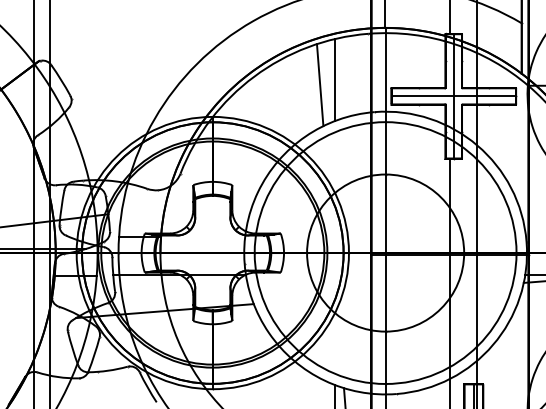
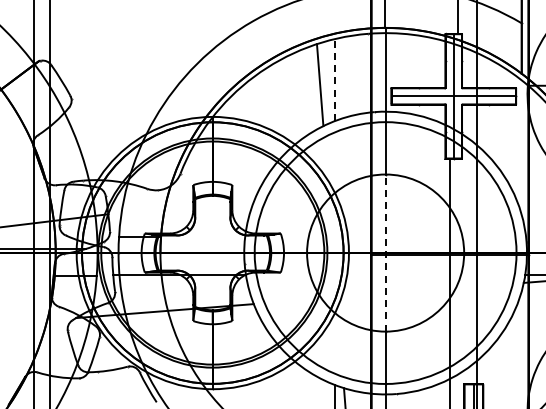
line at (450, 18) position: (450, 18) -> (458, 18)
line at (335, 79): solid -> dashed
line at (385, 253): solid -> dashed
